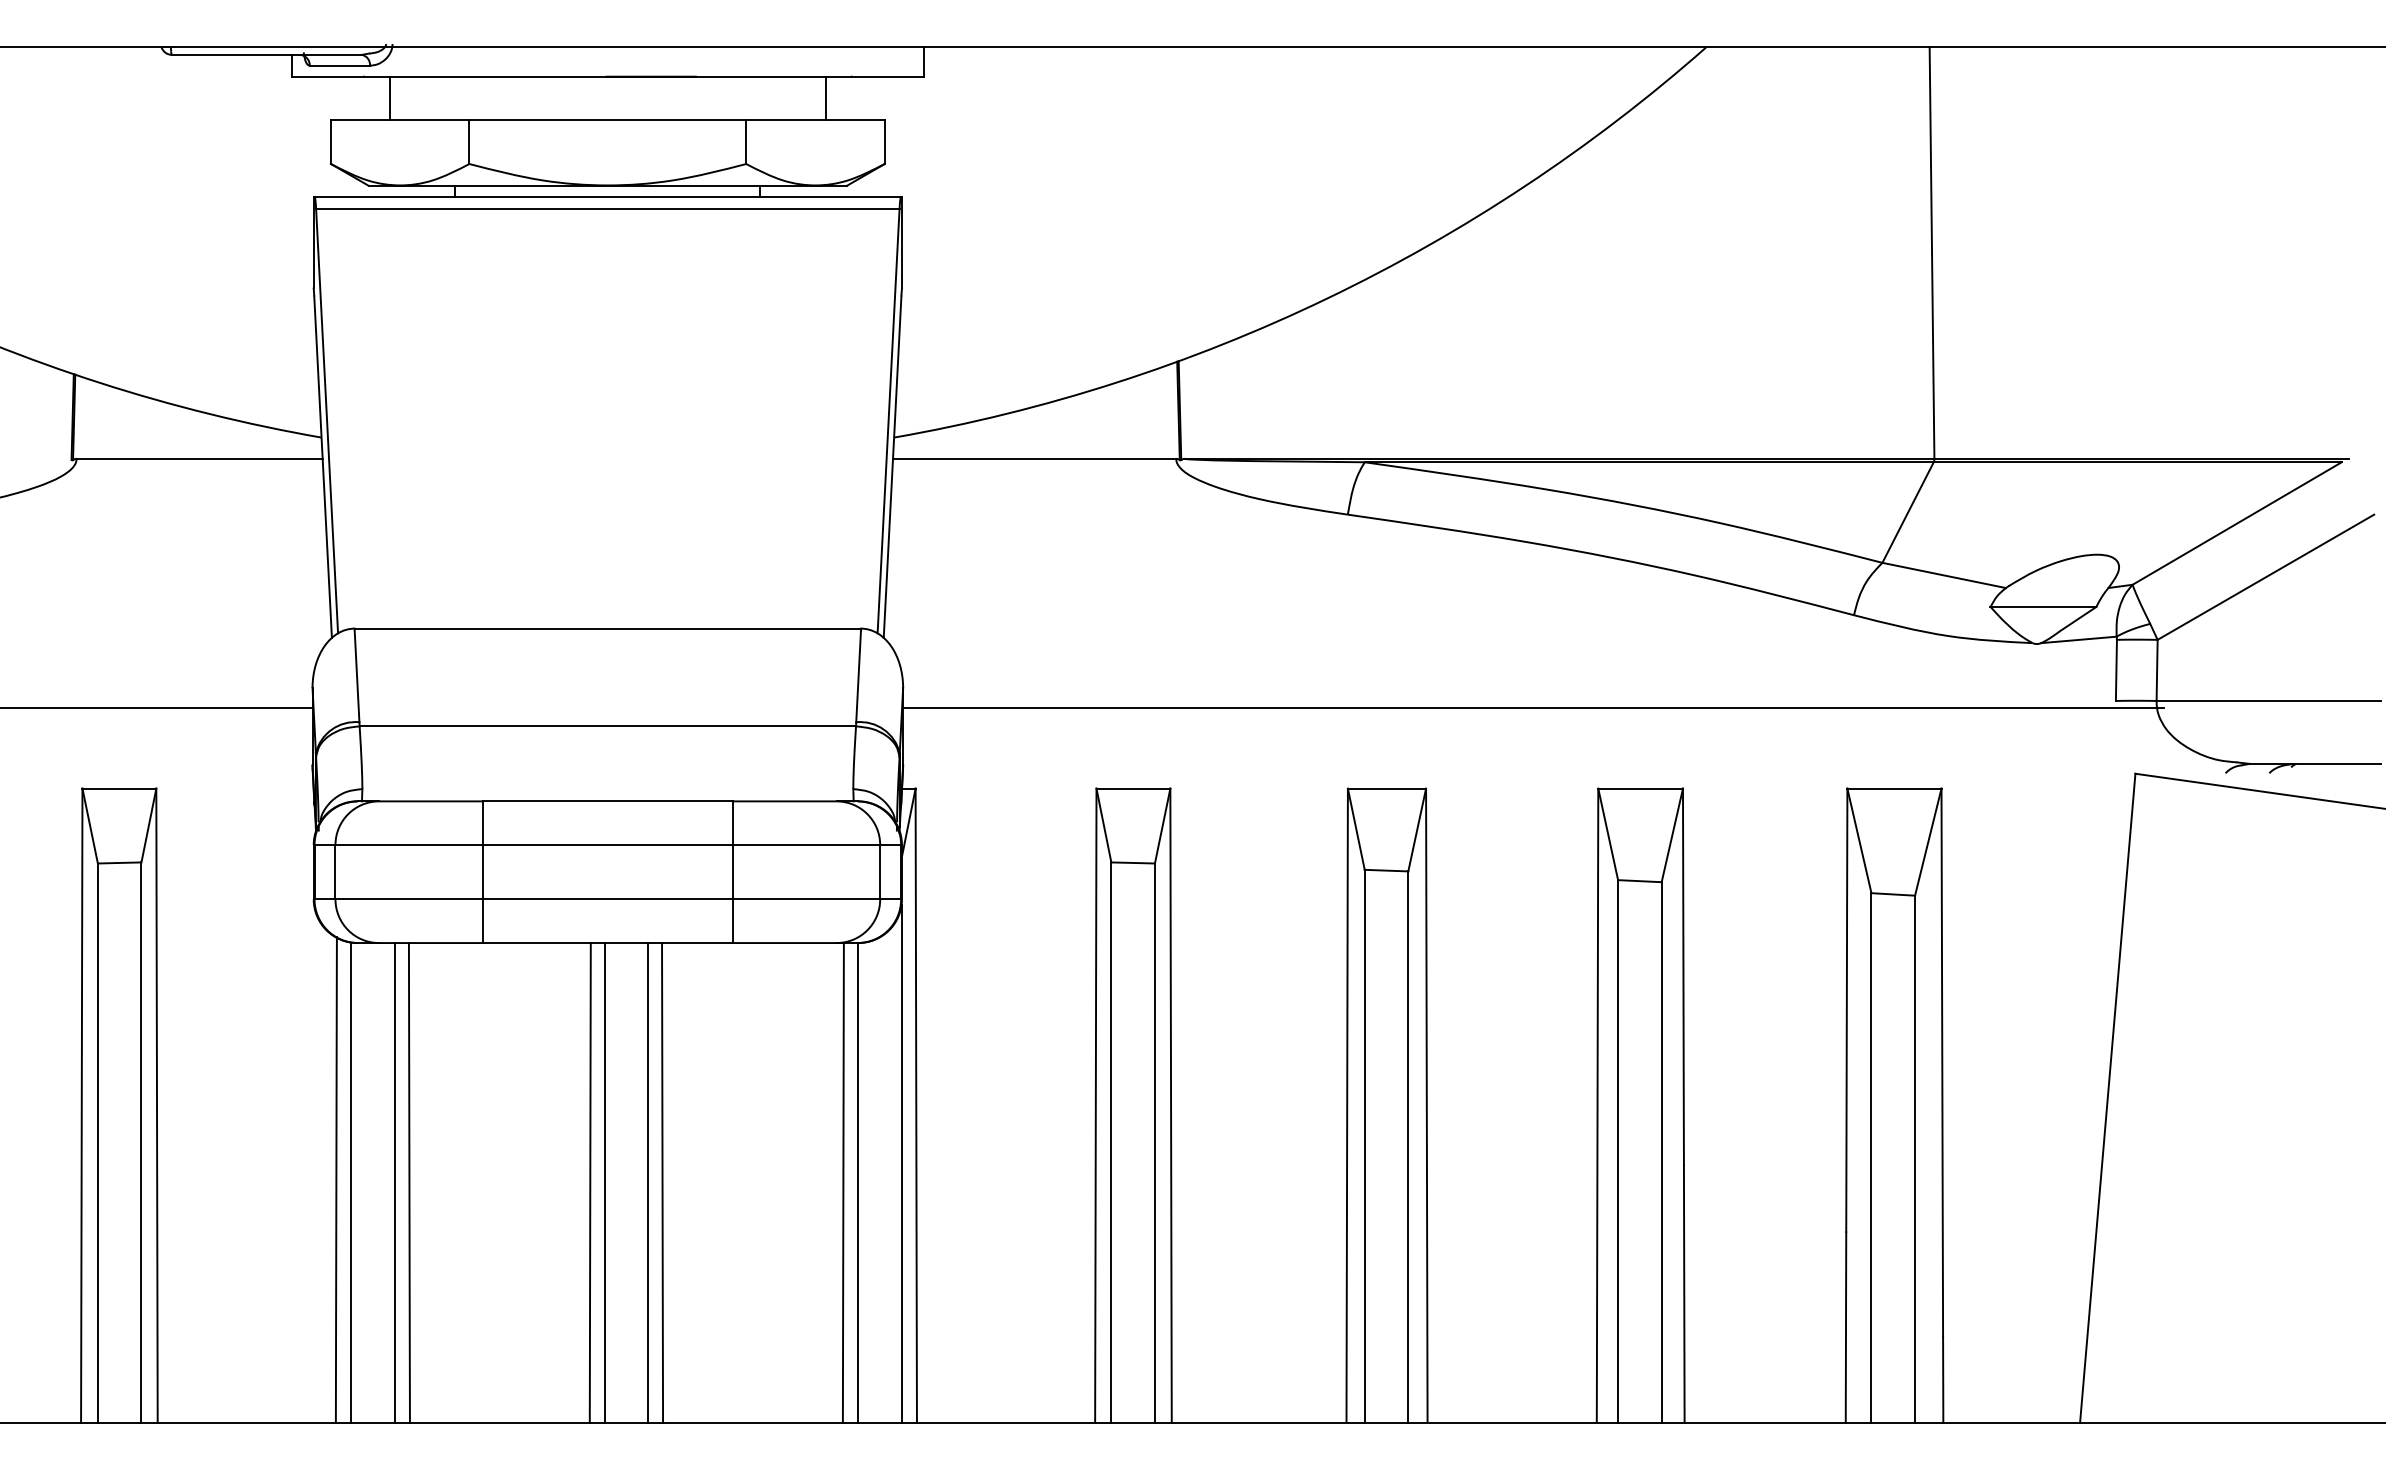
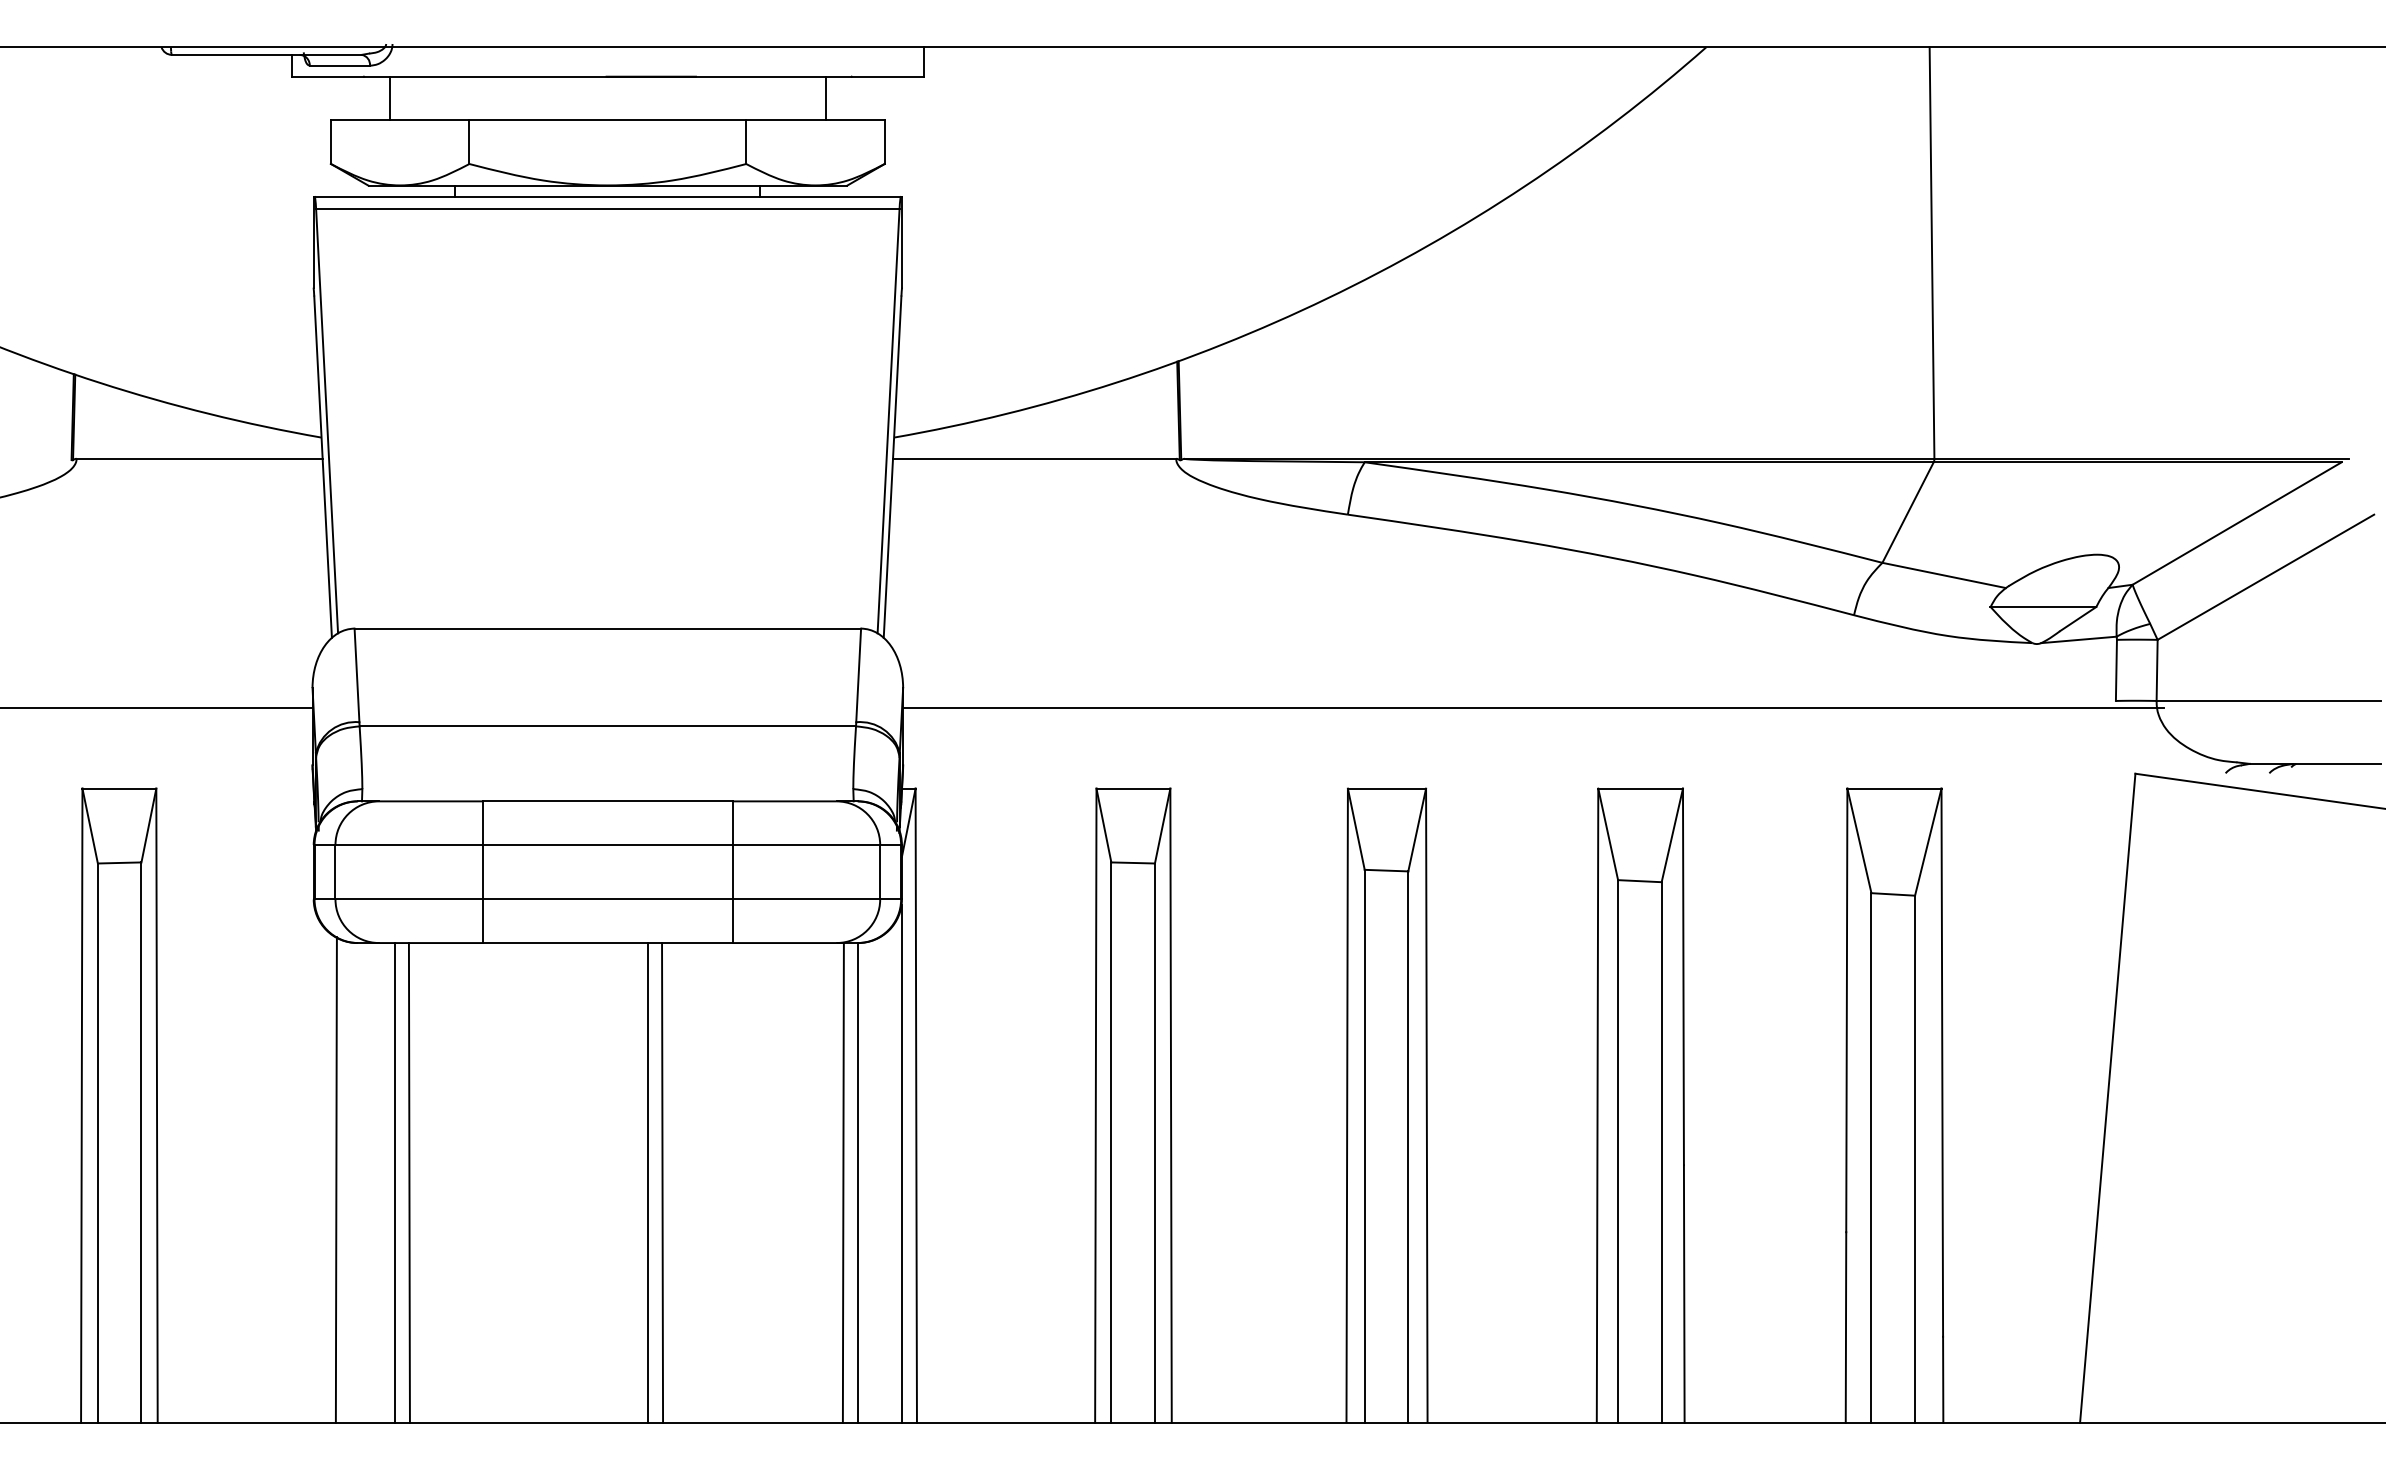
line at (351, 1182): present -> none
line at (589, 1182): present -> none
line at (604, 1182): present -> none
